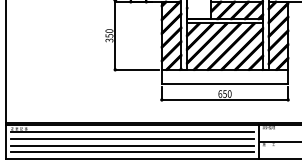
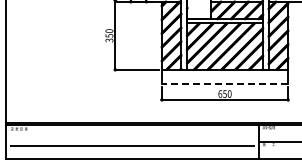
line at (224, 84): solid -> dashed
line at (132, 131): present -> none
line at (132, 138): present -> none
line at (132, 152): present -> none
